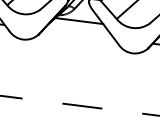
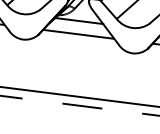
line at (78, 33): none -> present
line at (79, 96): none -> present
